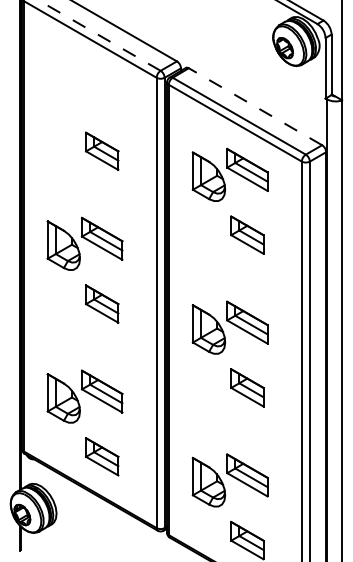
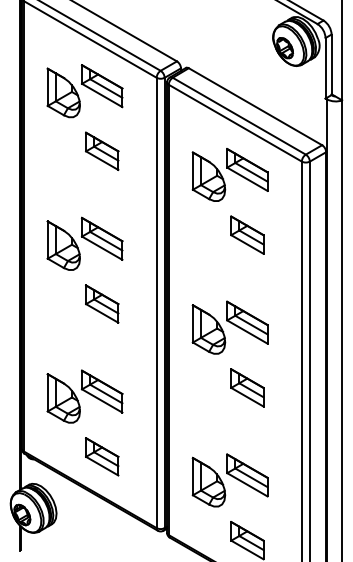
line at (99, 35): dashed -> solid
part at (84, 91): none -> present
line at (255, 106): dashed -> solid
